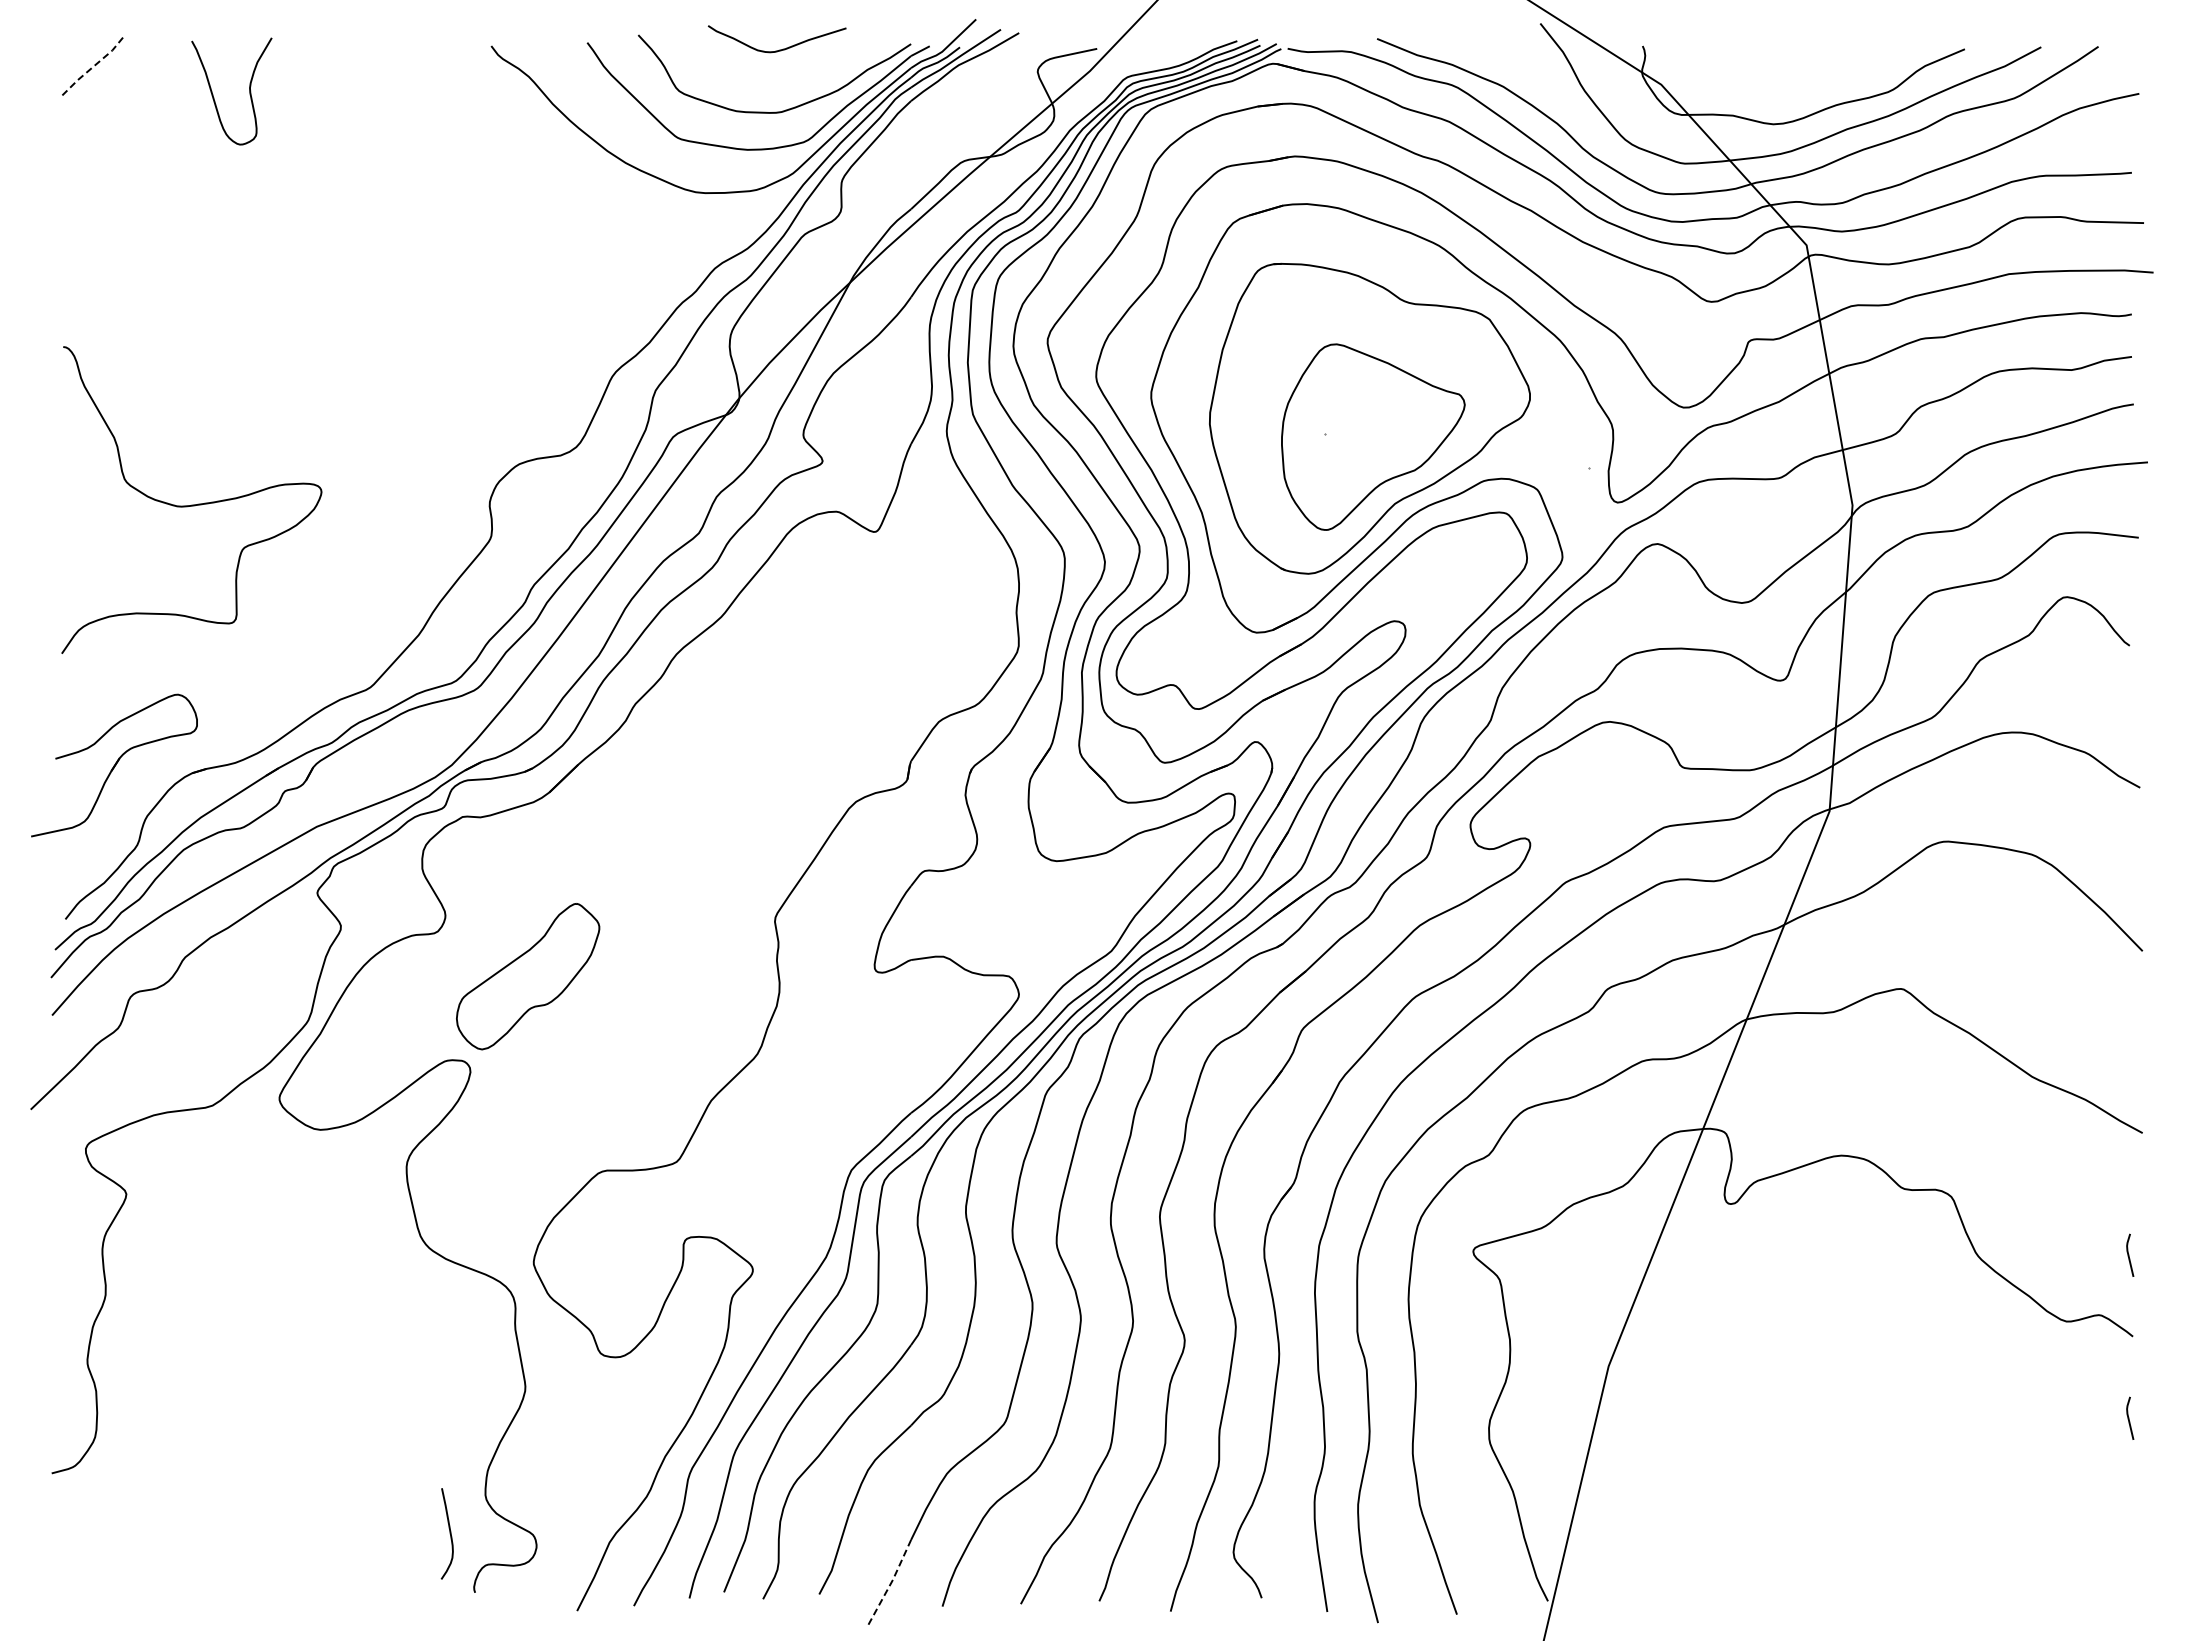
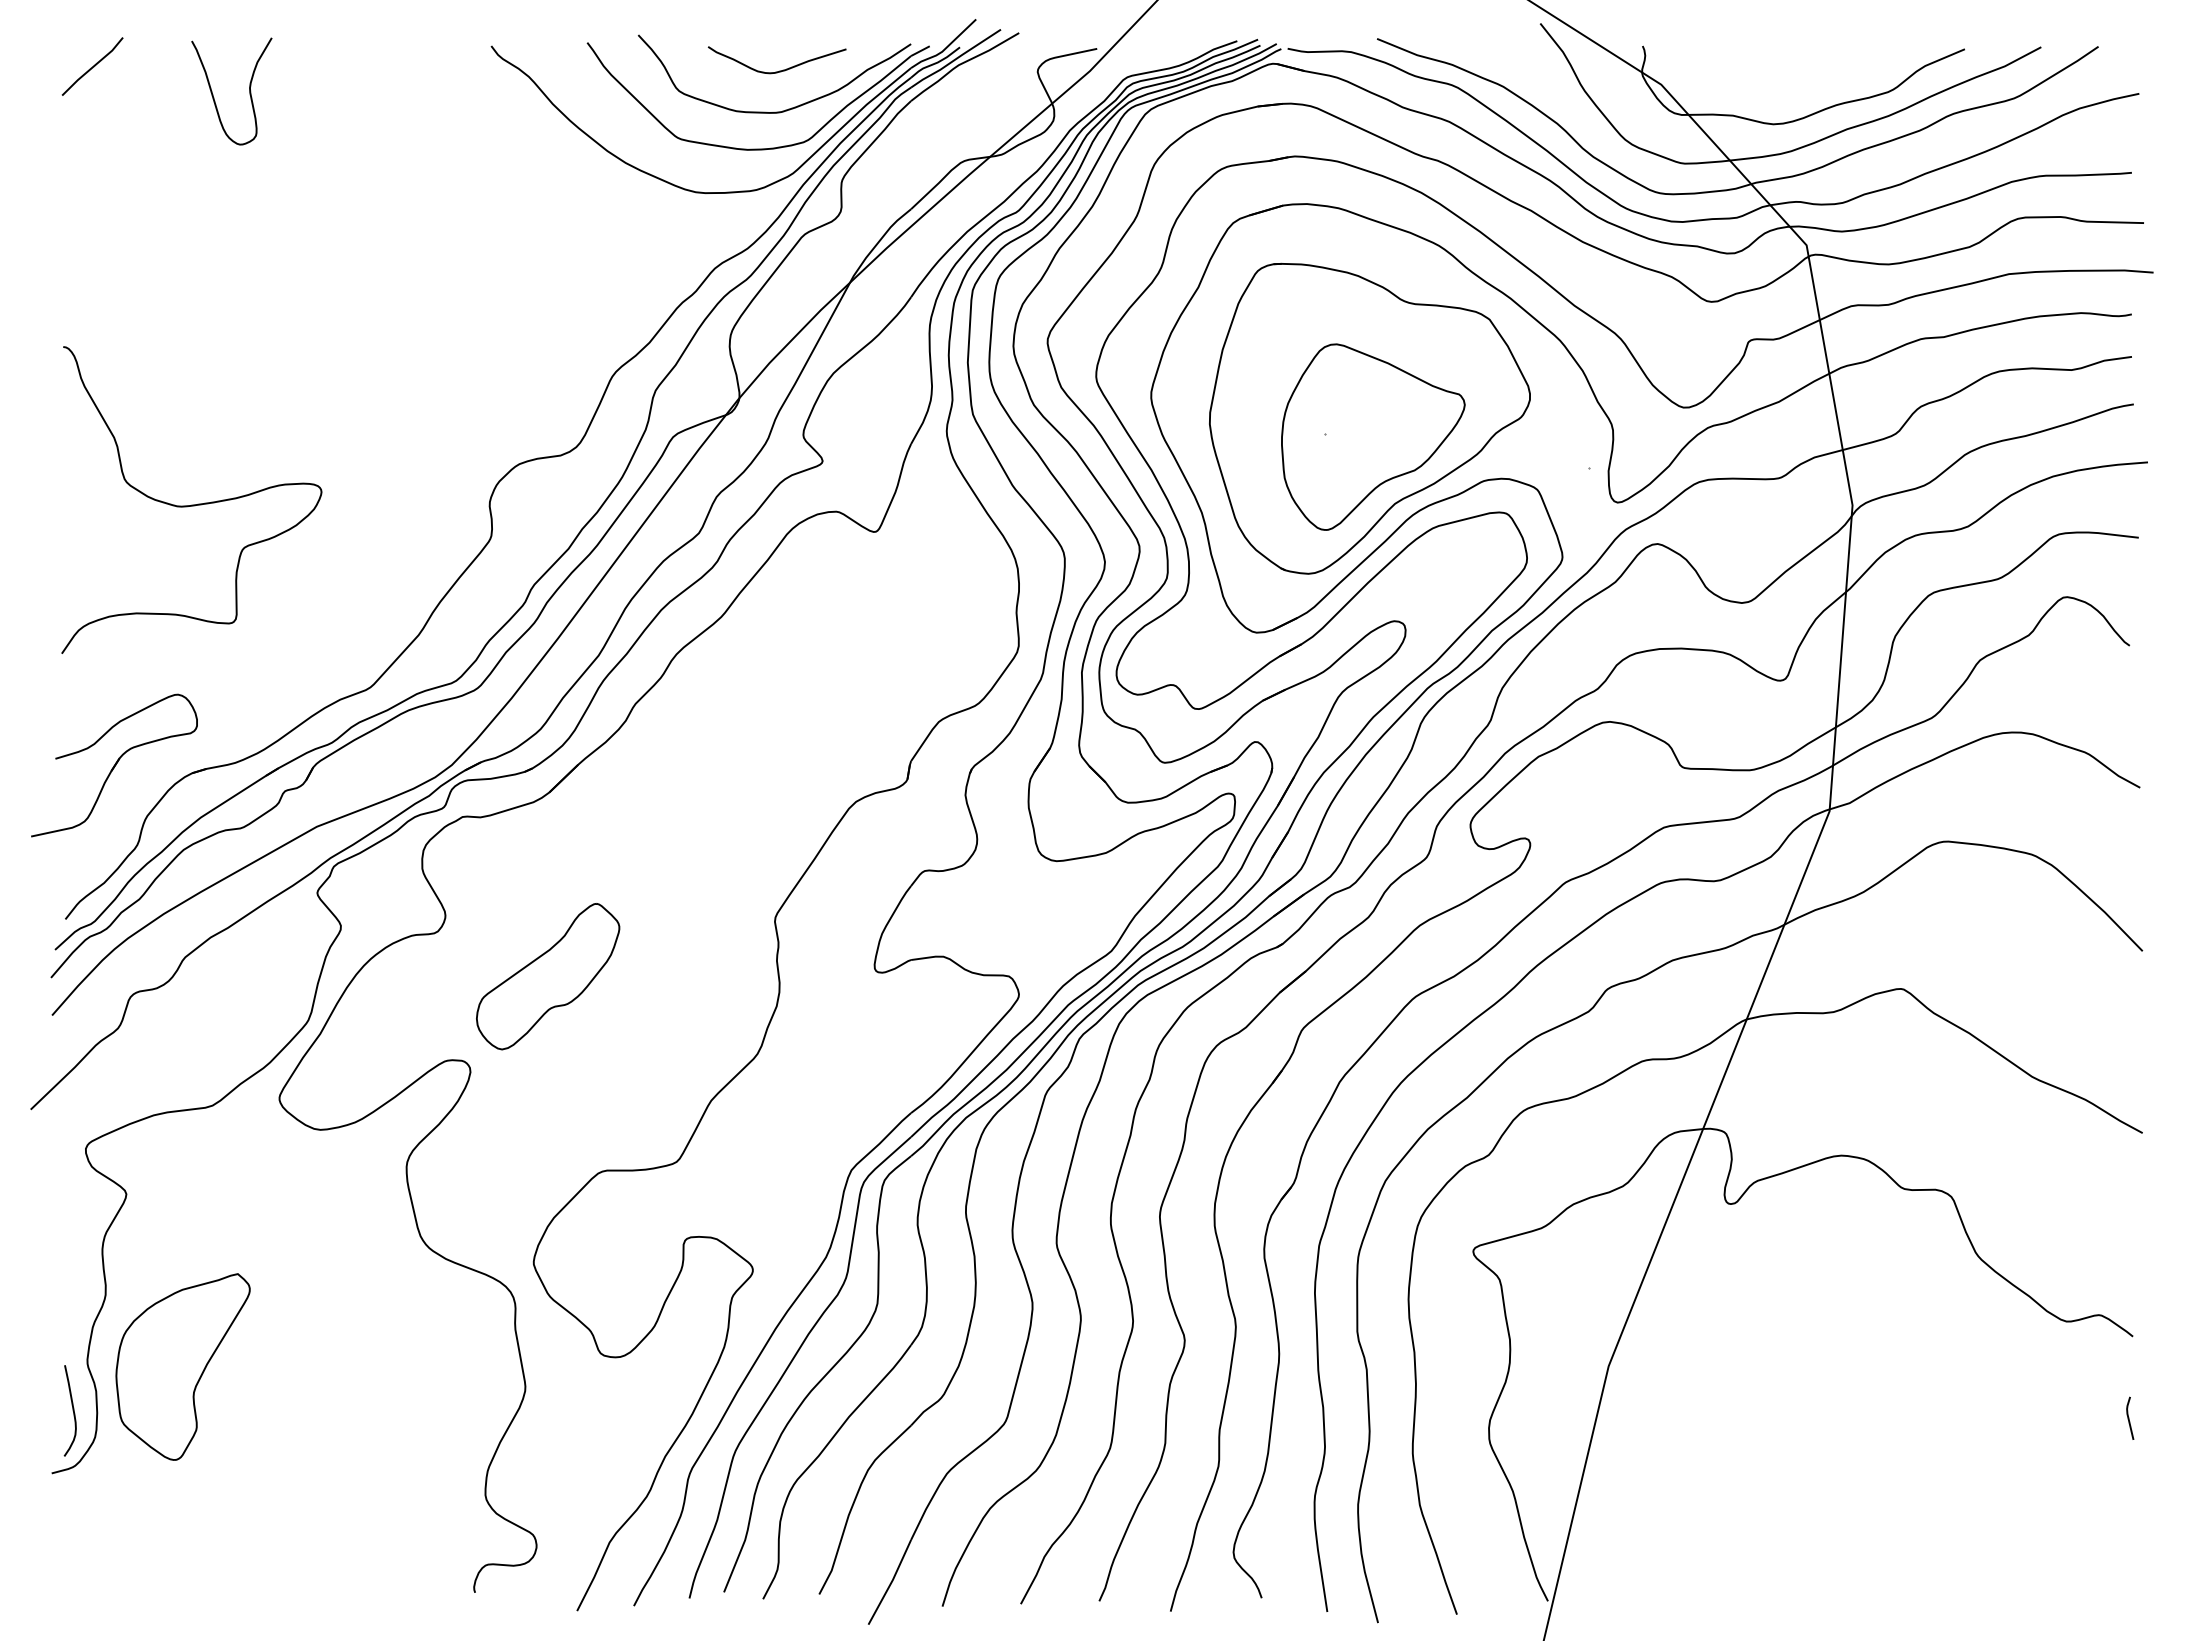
curve at (779, 49) position: (779, 49) -> (779, 70)
line at (92, 67): dashed -> solid
part at (528, 976) position: (528, 976) -> (548, 976)
line at (2129, 1254): present -> none
part at (182, 1366): none -> present
curve at (449, 1533) position: (449, 1533) -> (72, 1410)
line at (891, 1581): dashed -> solid
